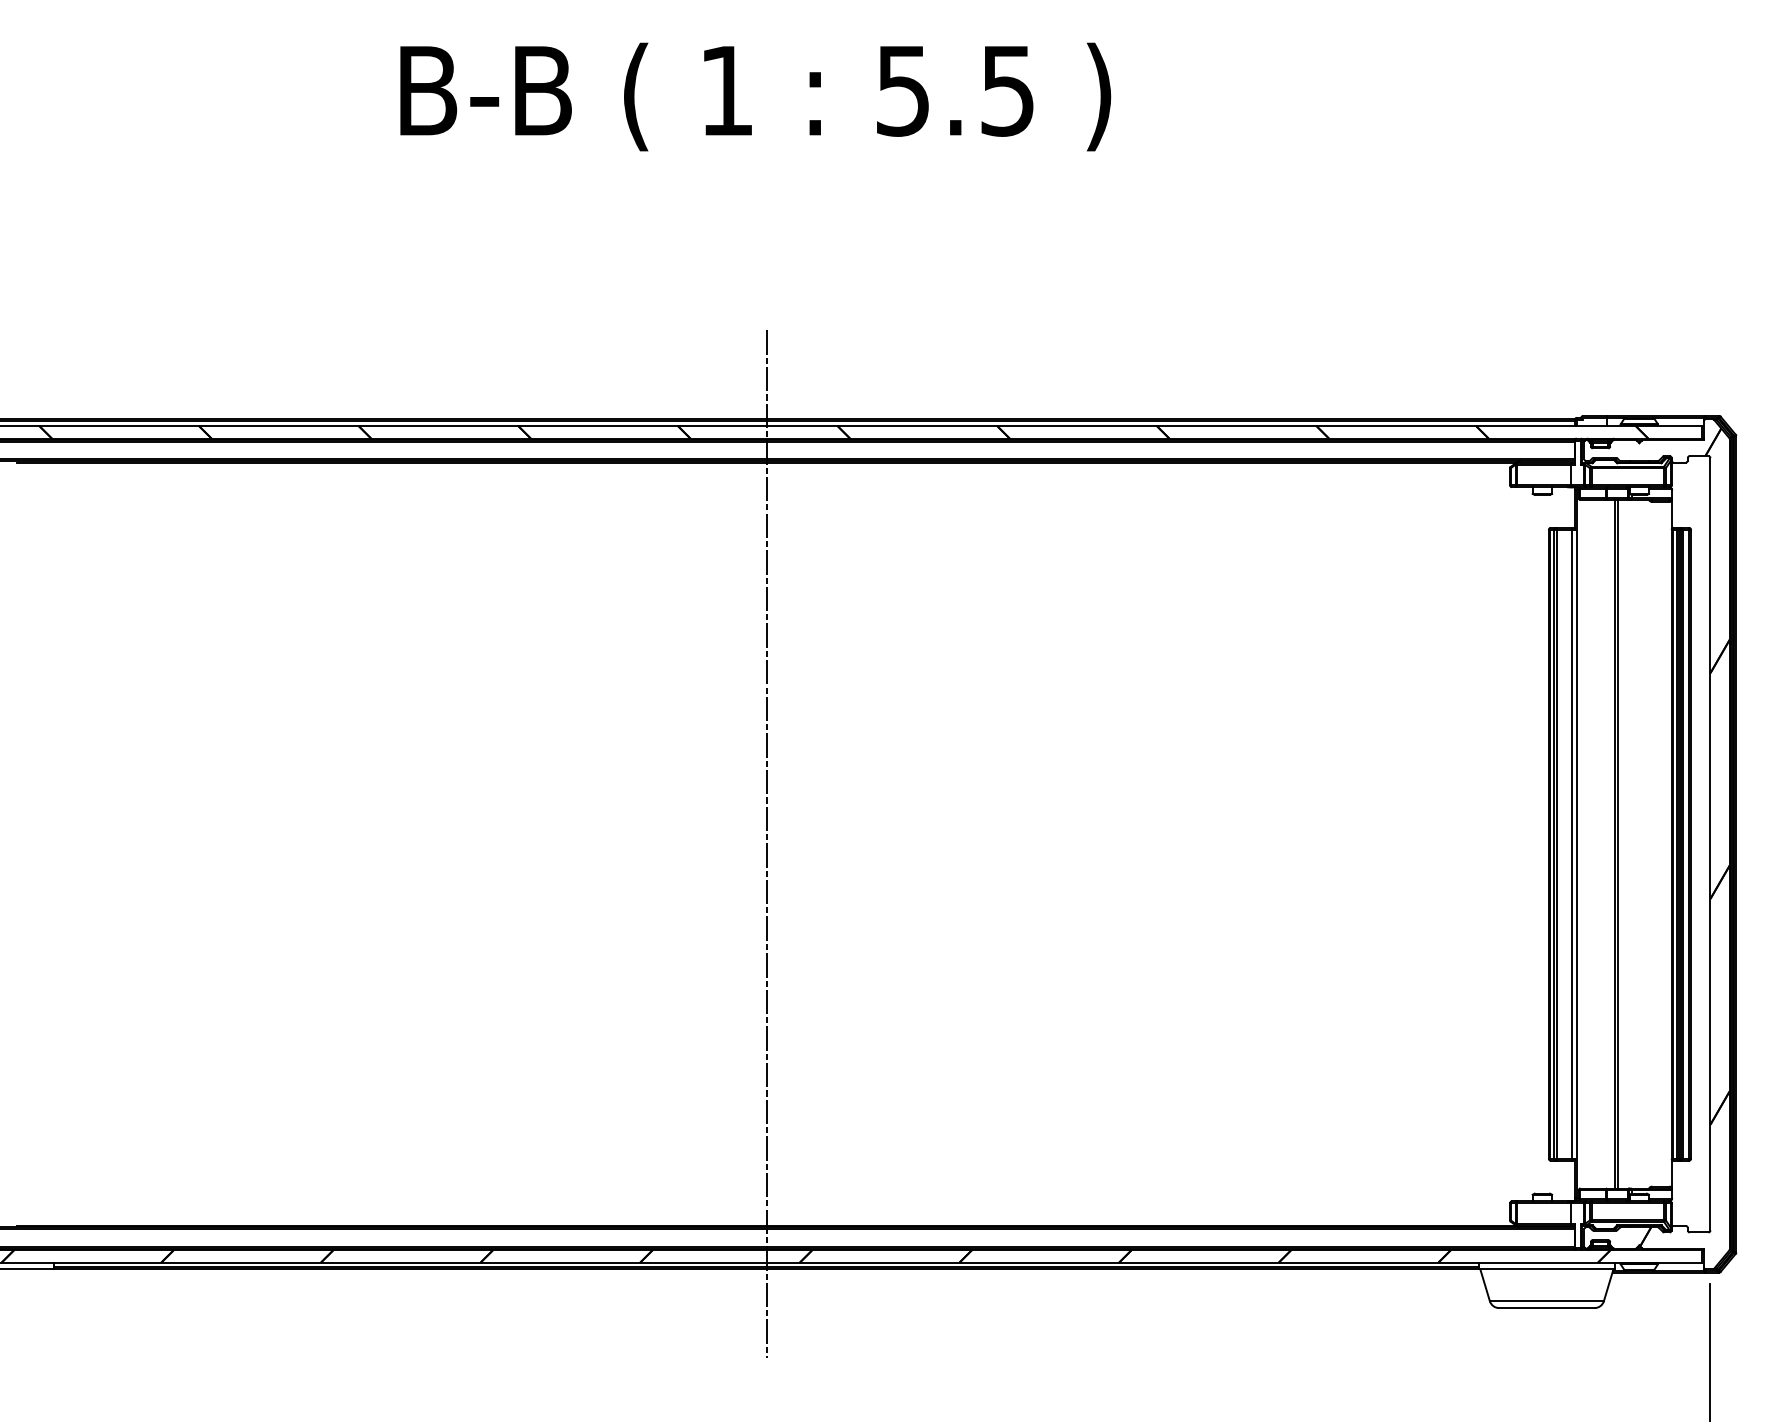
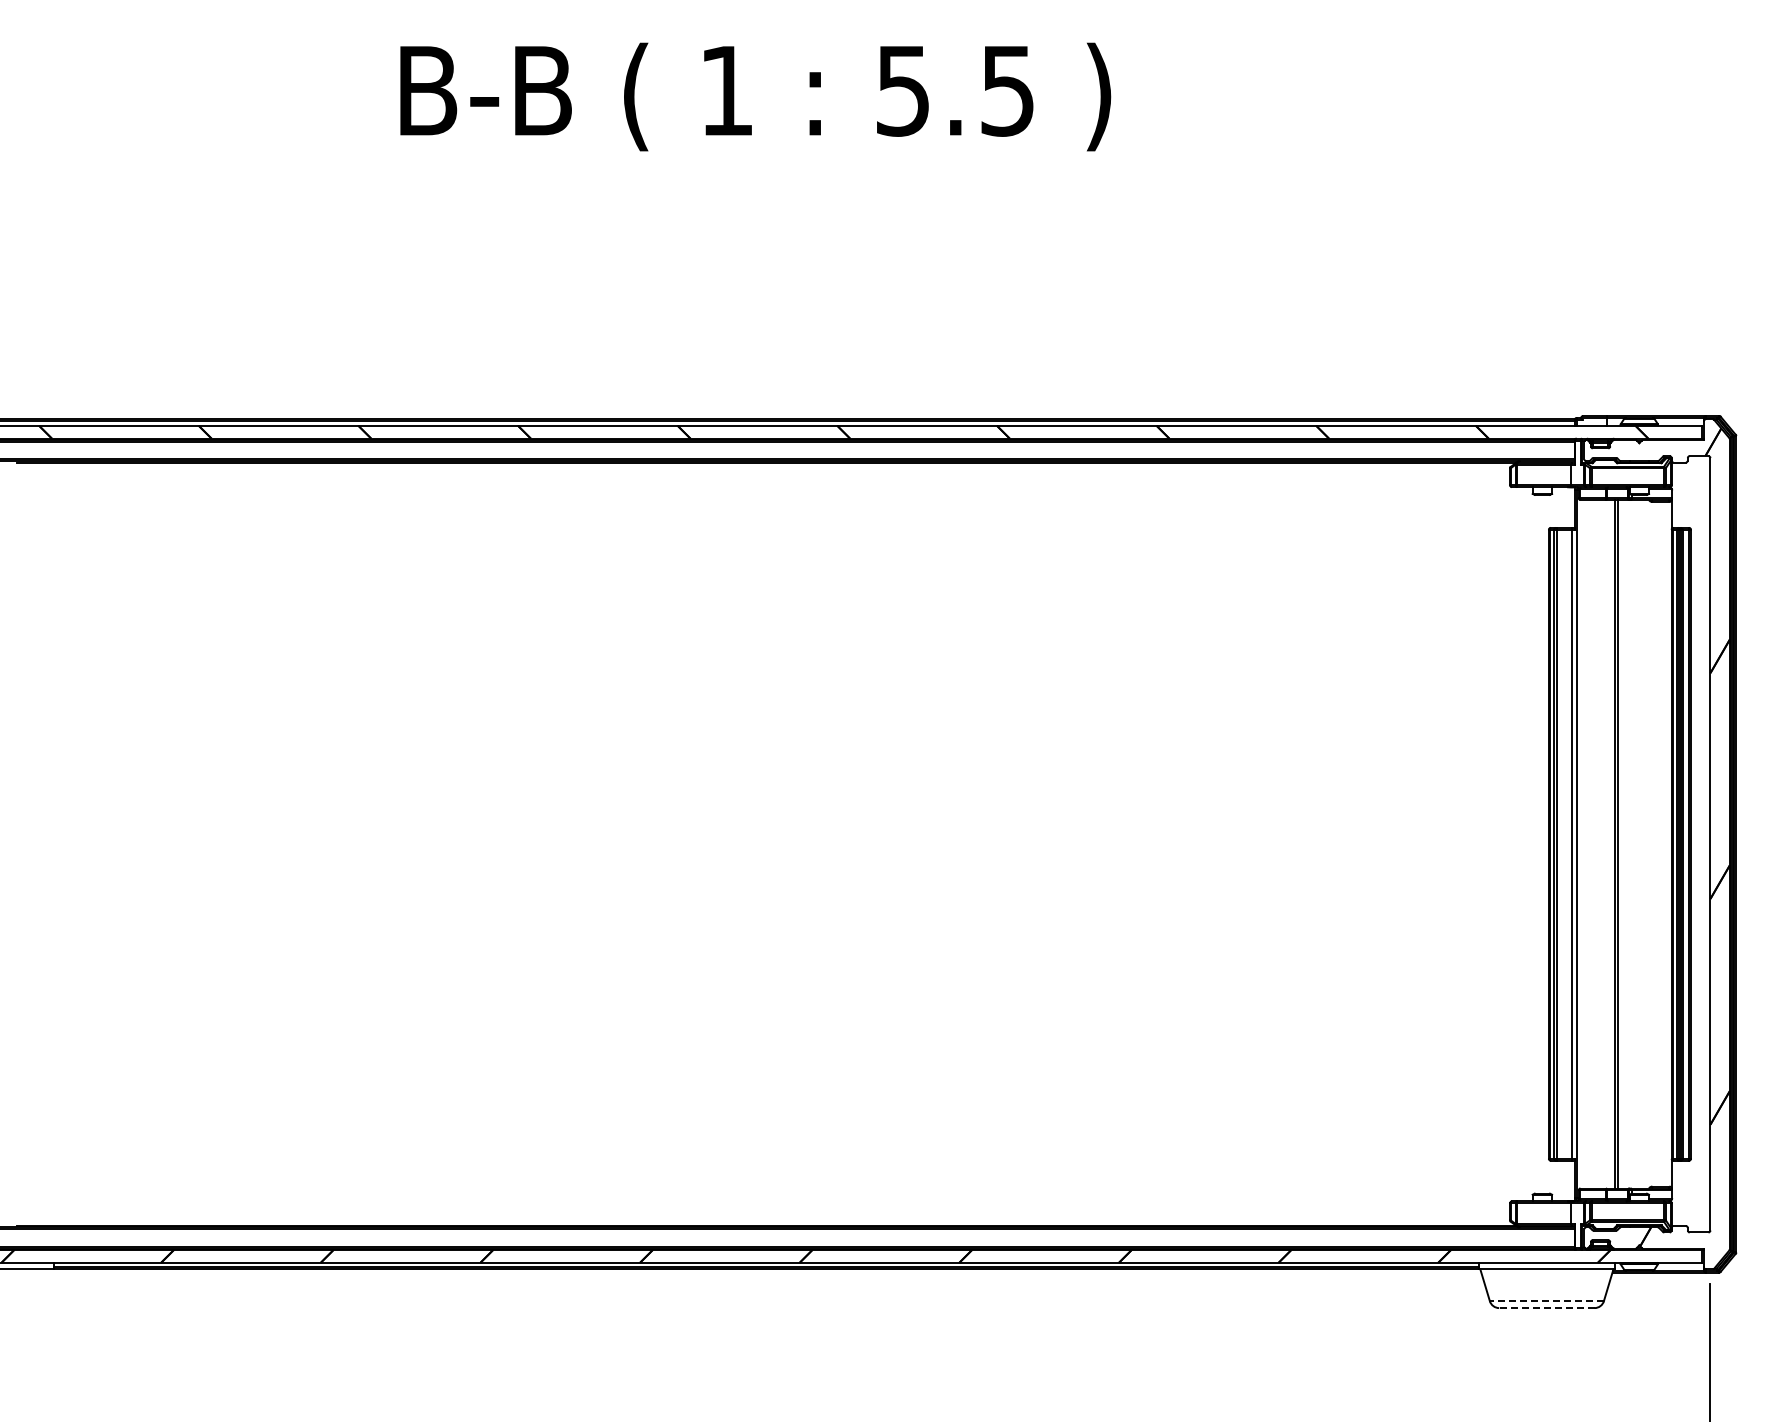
line at (766, 844): present -> none
line at (1546, 1301): solid -> dashed
line at (1546, 1308): solid -> dashed
